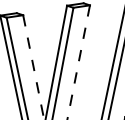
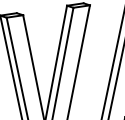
line at (78, 63): dashed -> solid
line at (33, 67): dashed -> solid
